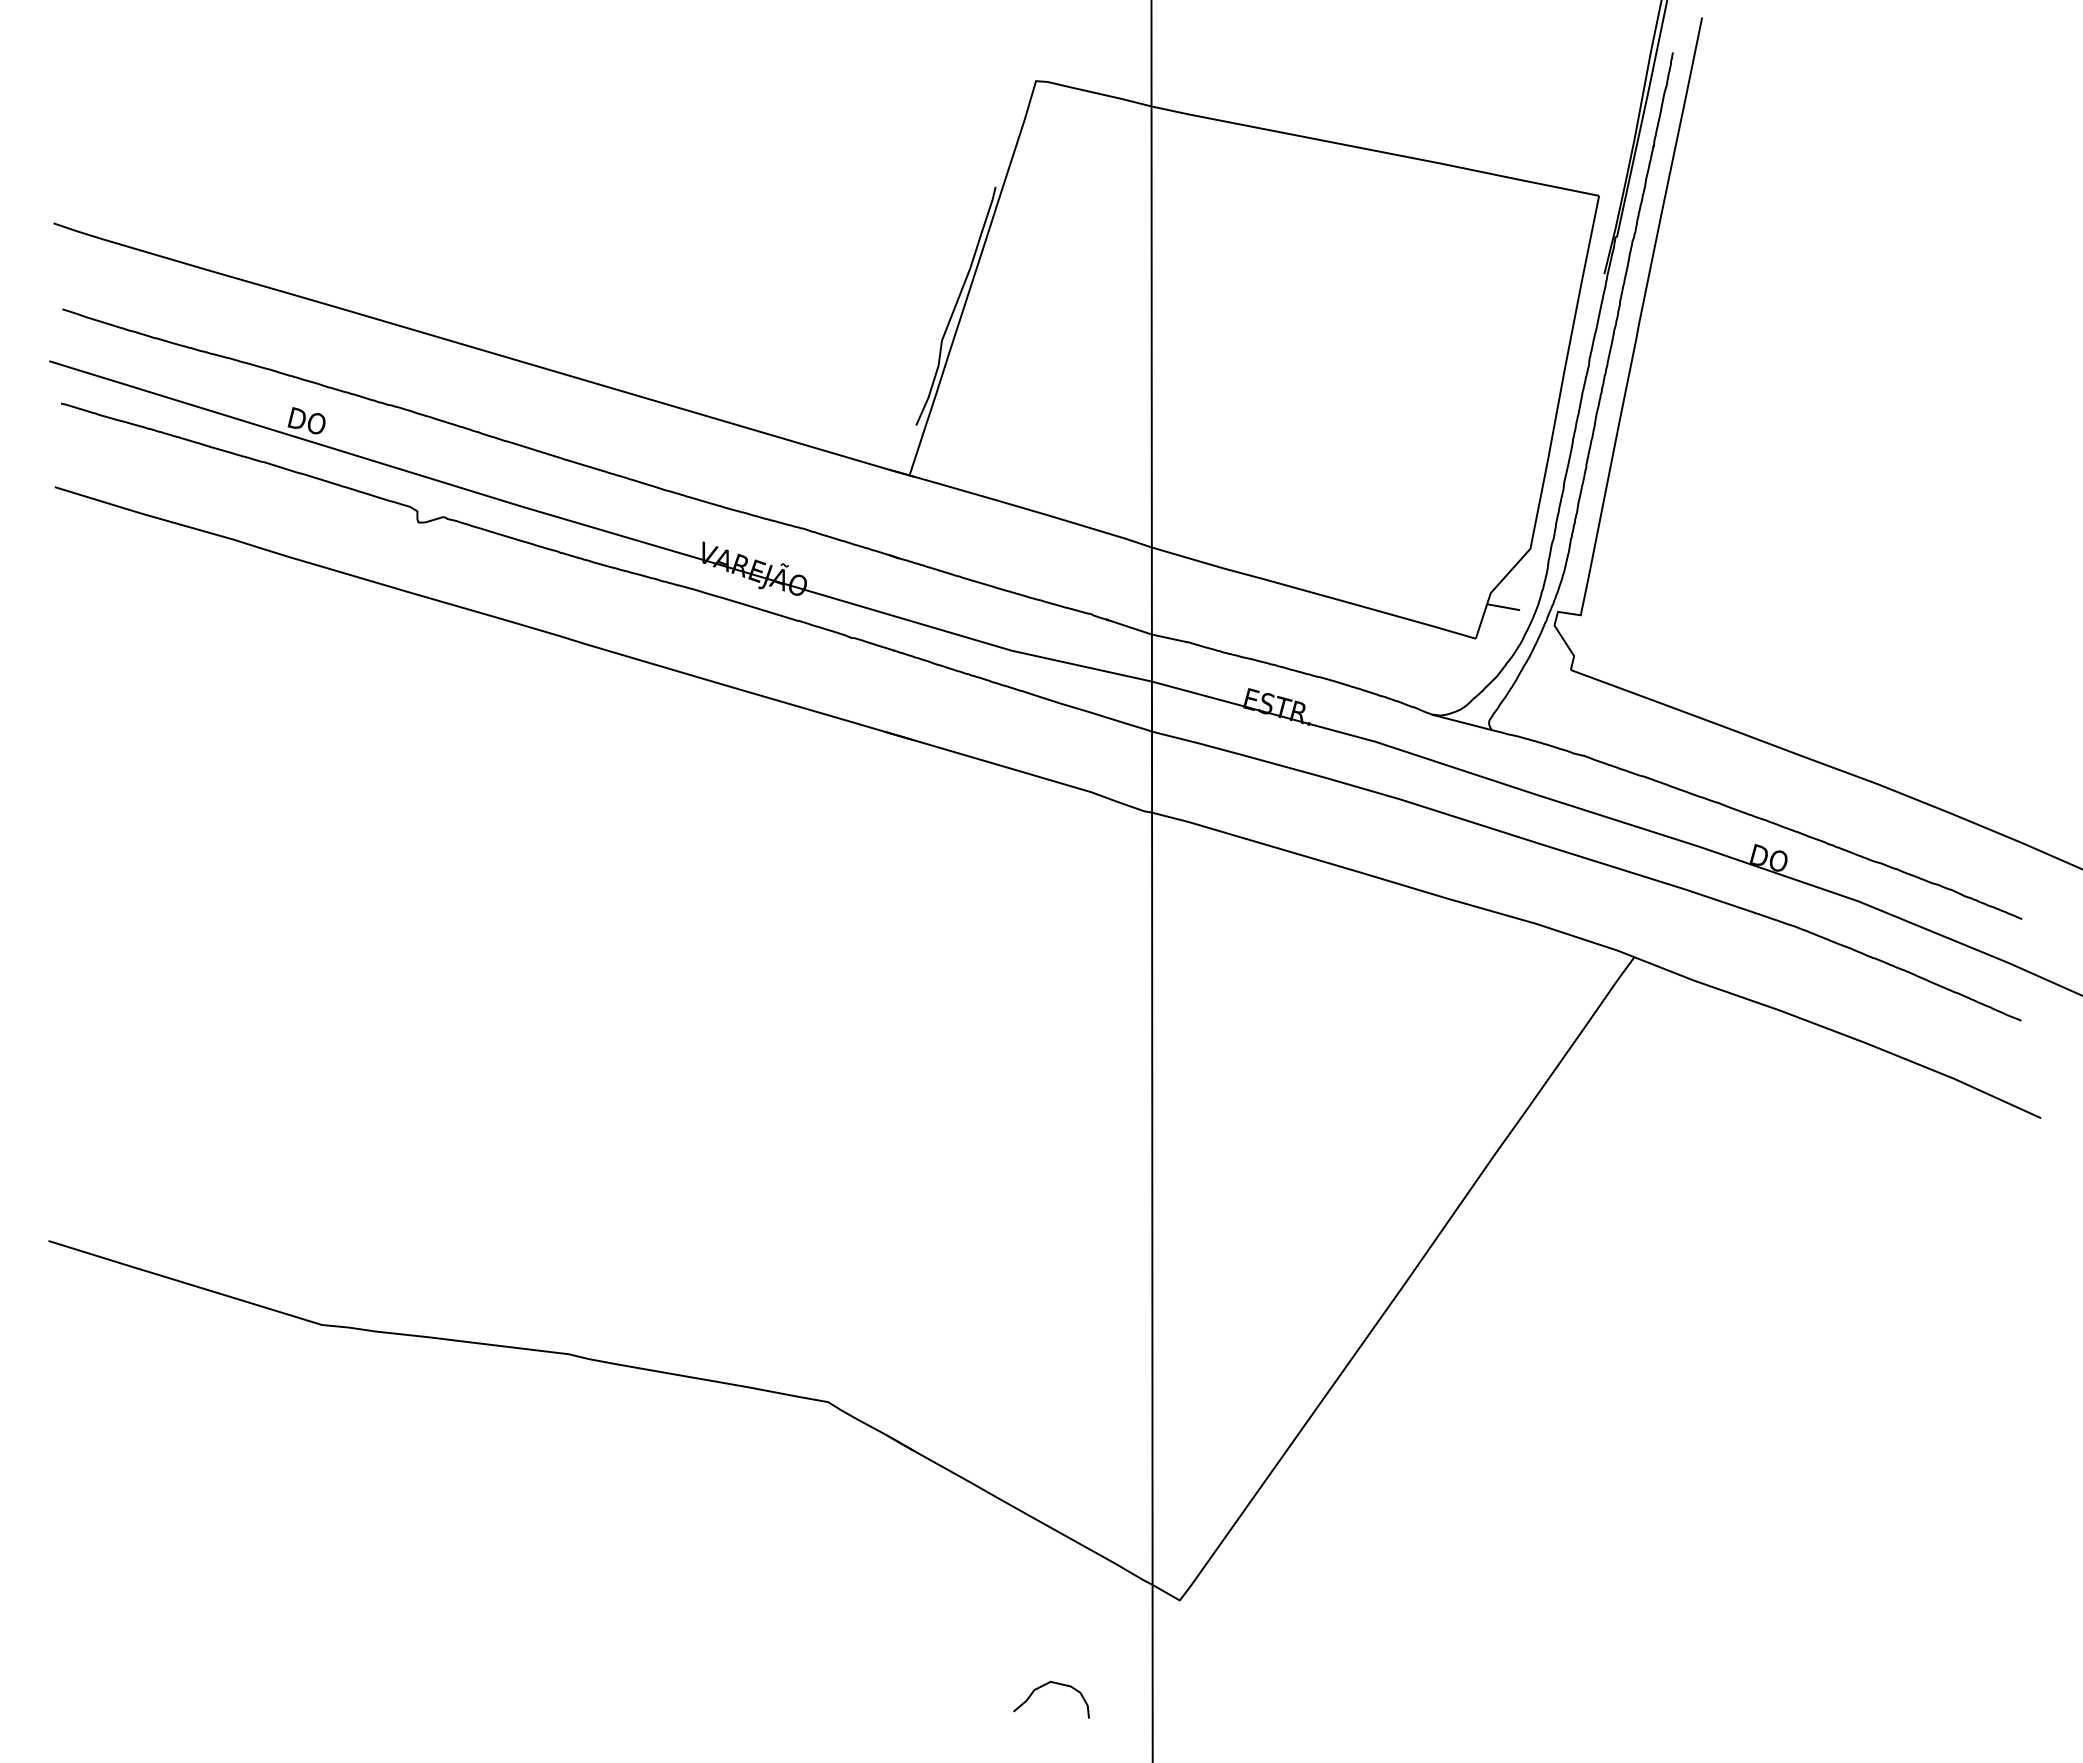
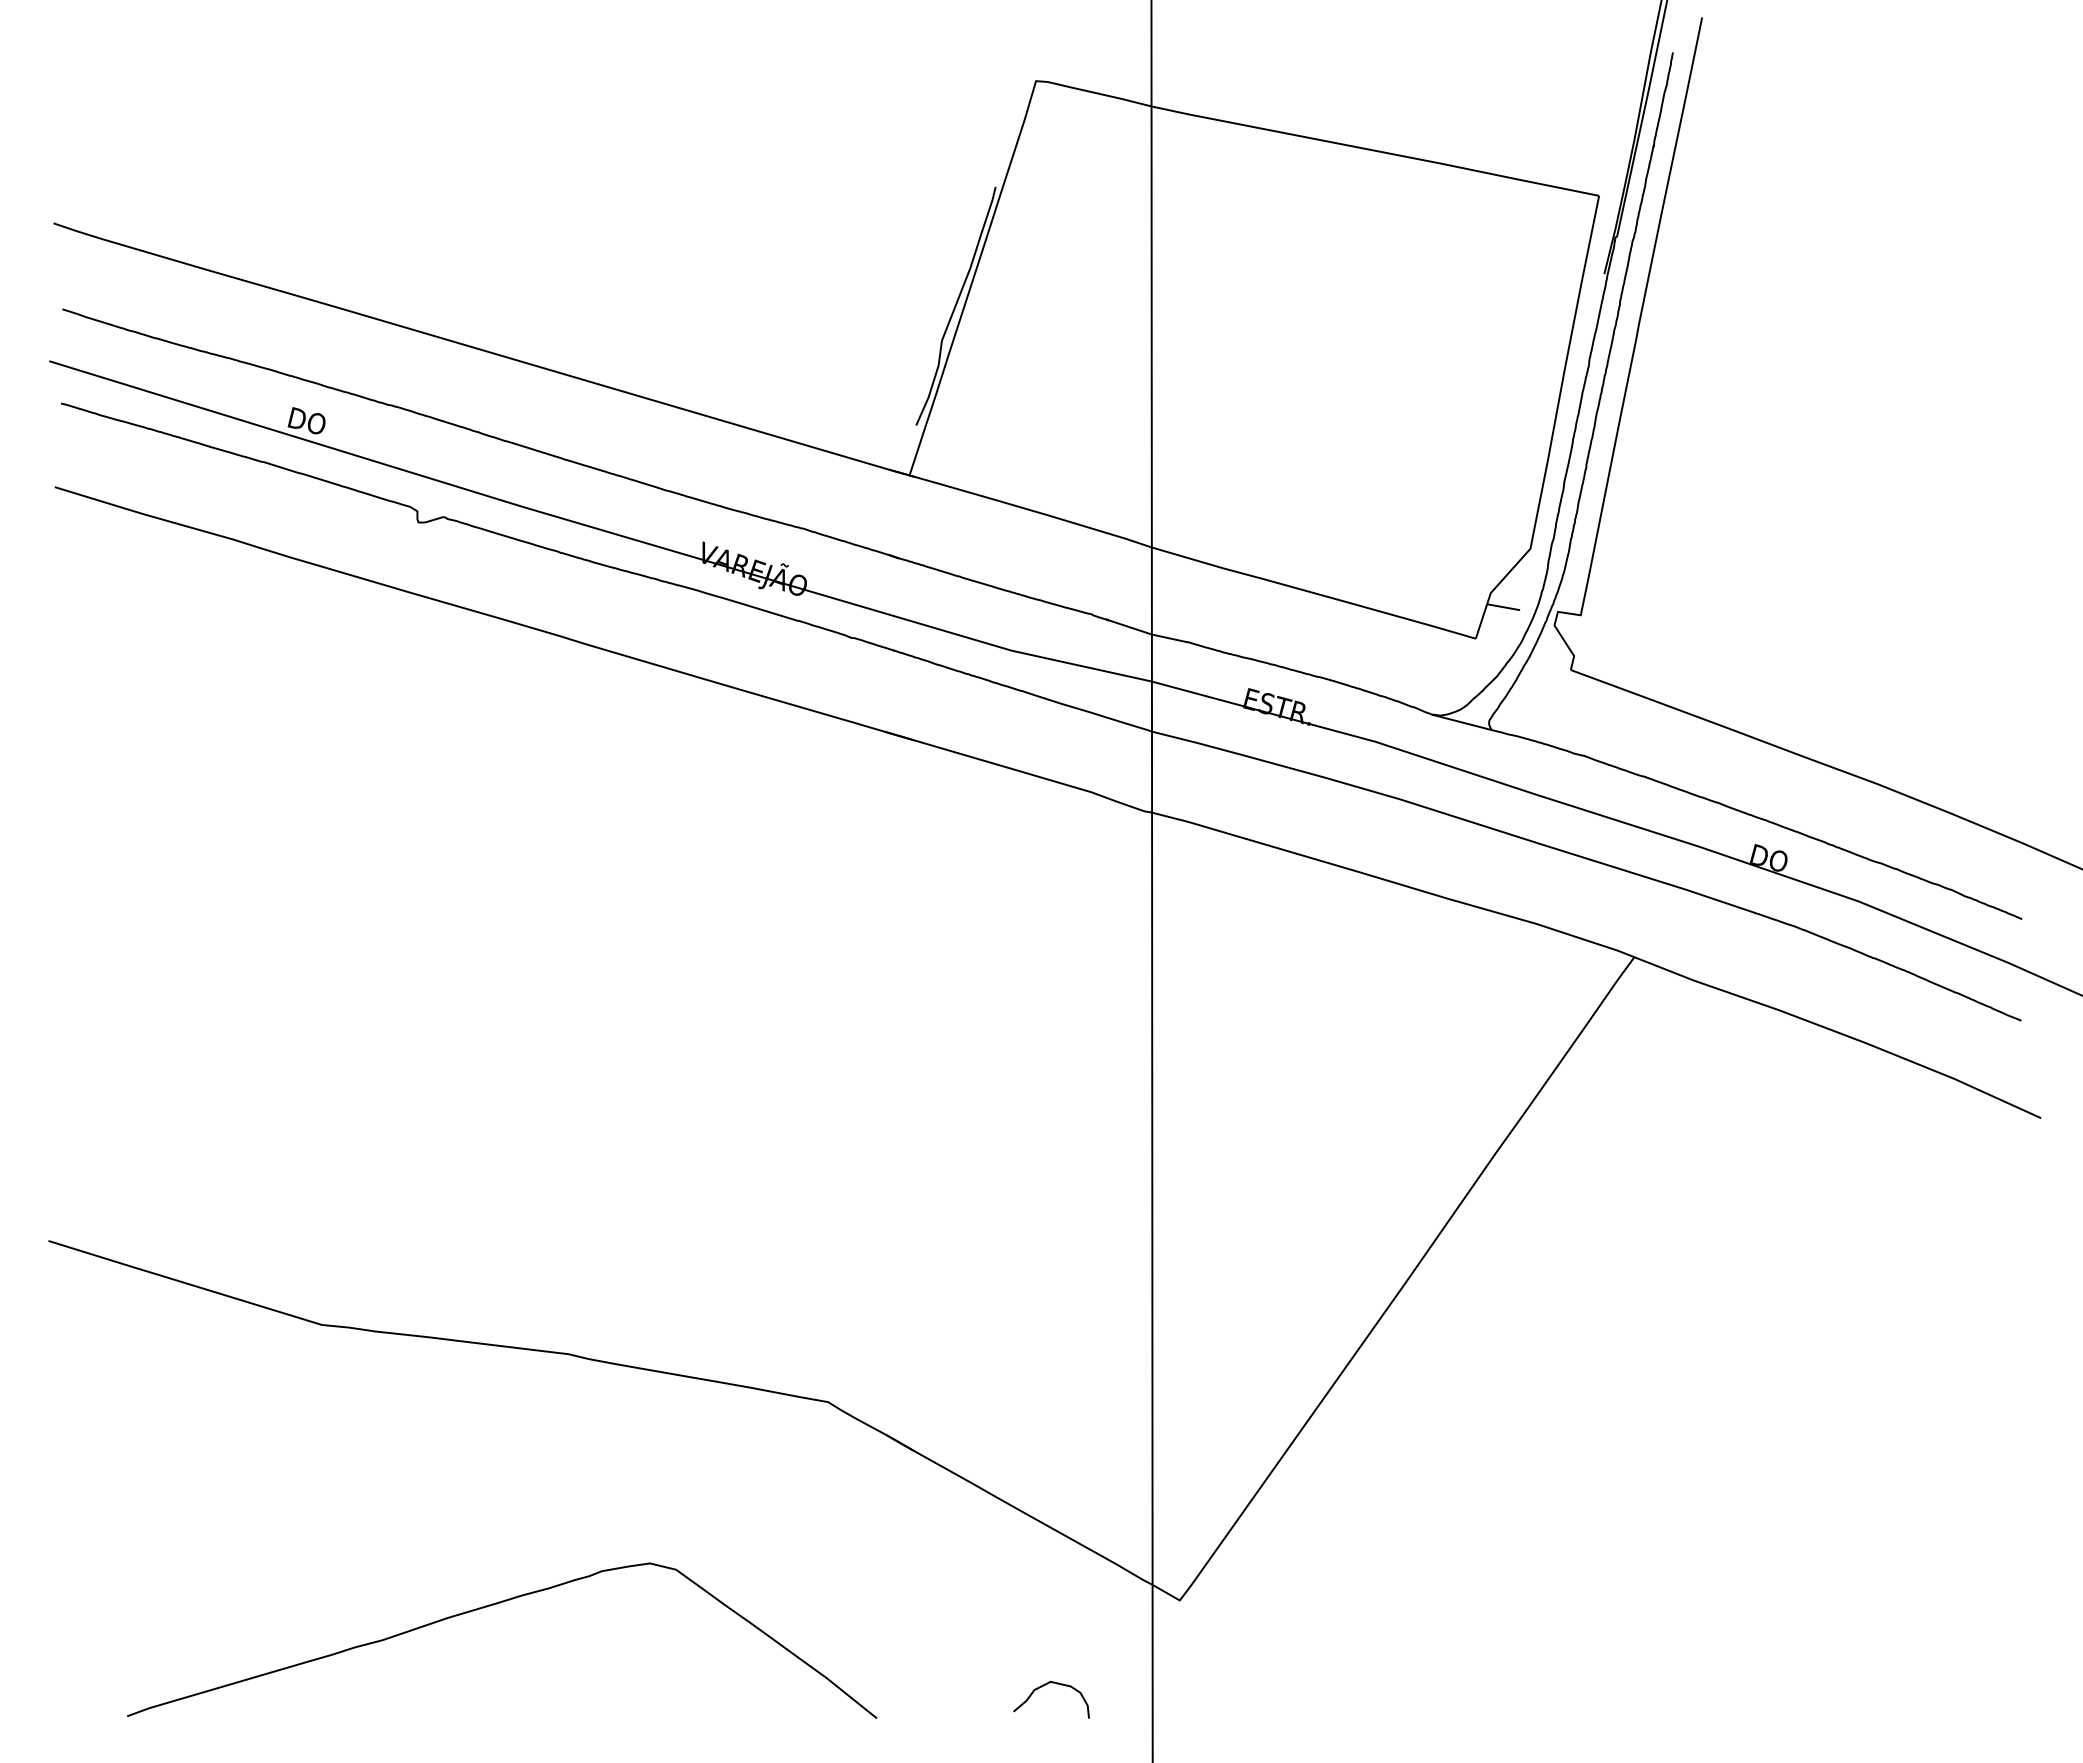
curve at (490, 1606): none -> present
